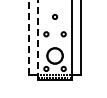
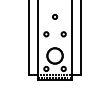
line at (29, 38): dashed -> solid
line at (37, 40): dashed -> solid
